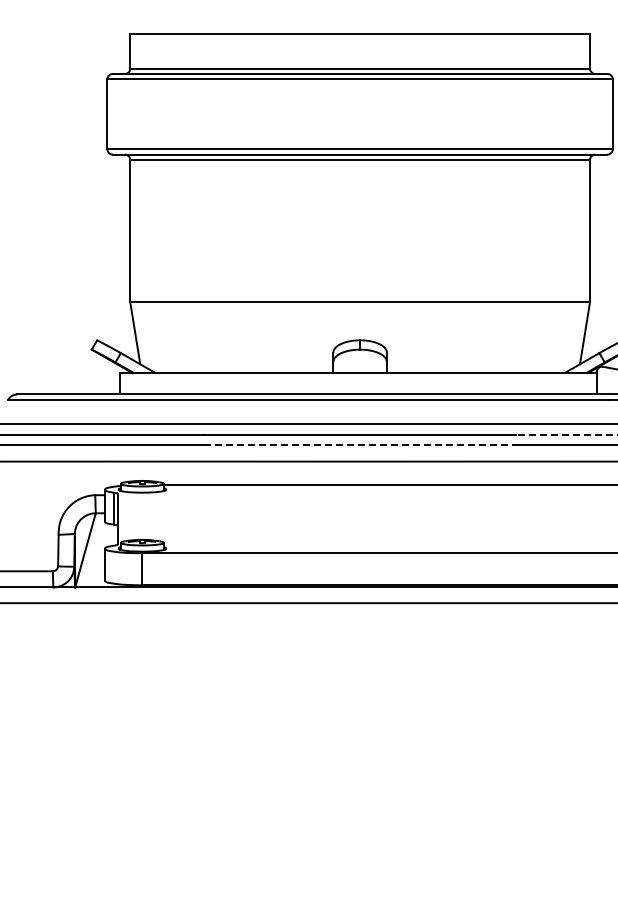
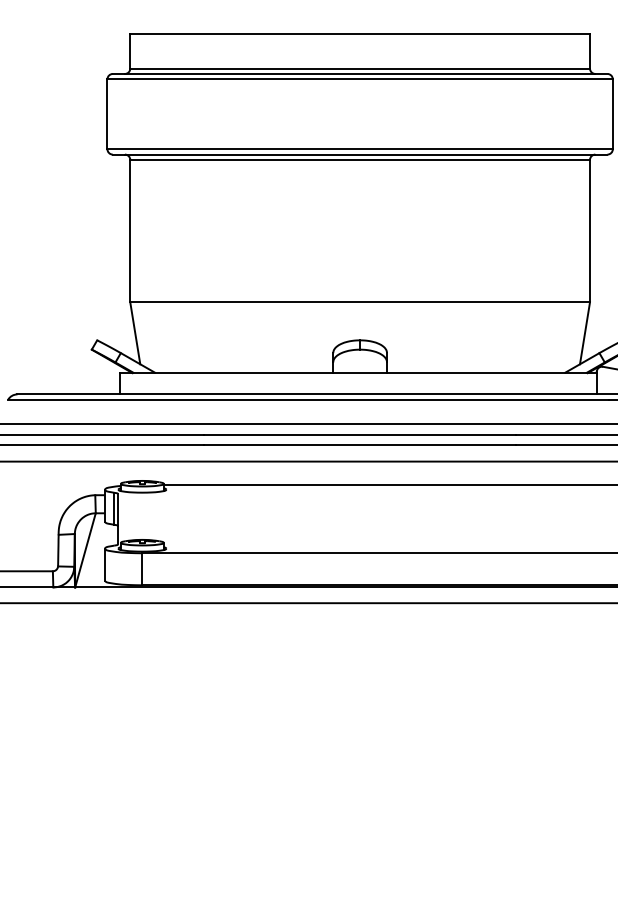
line at (567, 434): dashed -> solid
line at (360, 445): dashed -> solid
